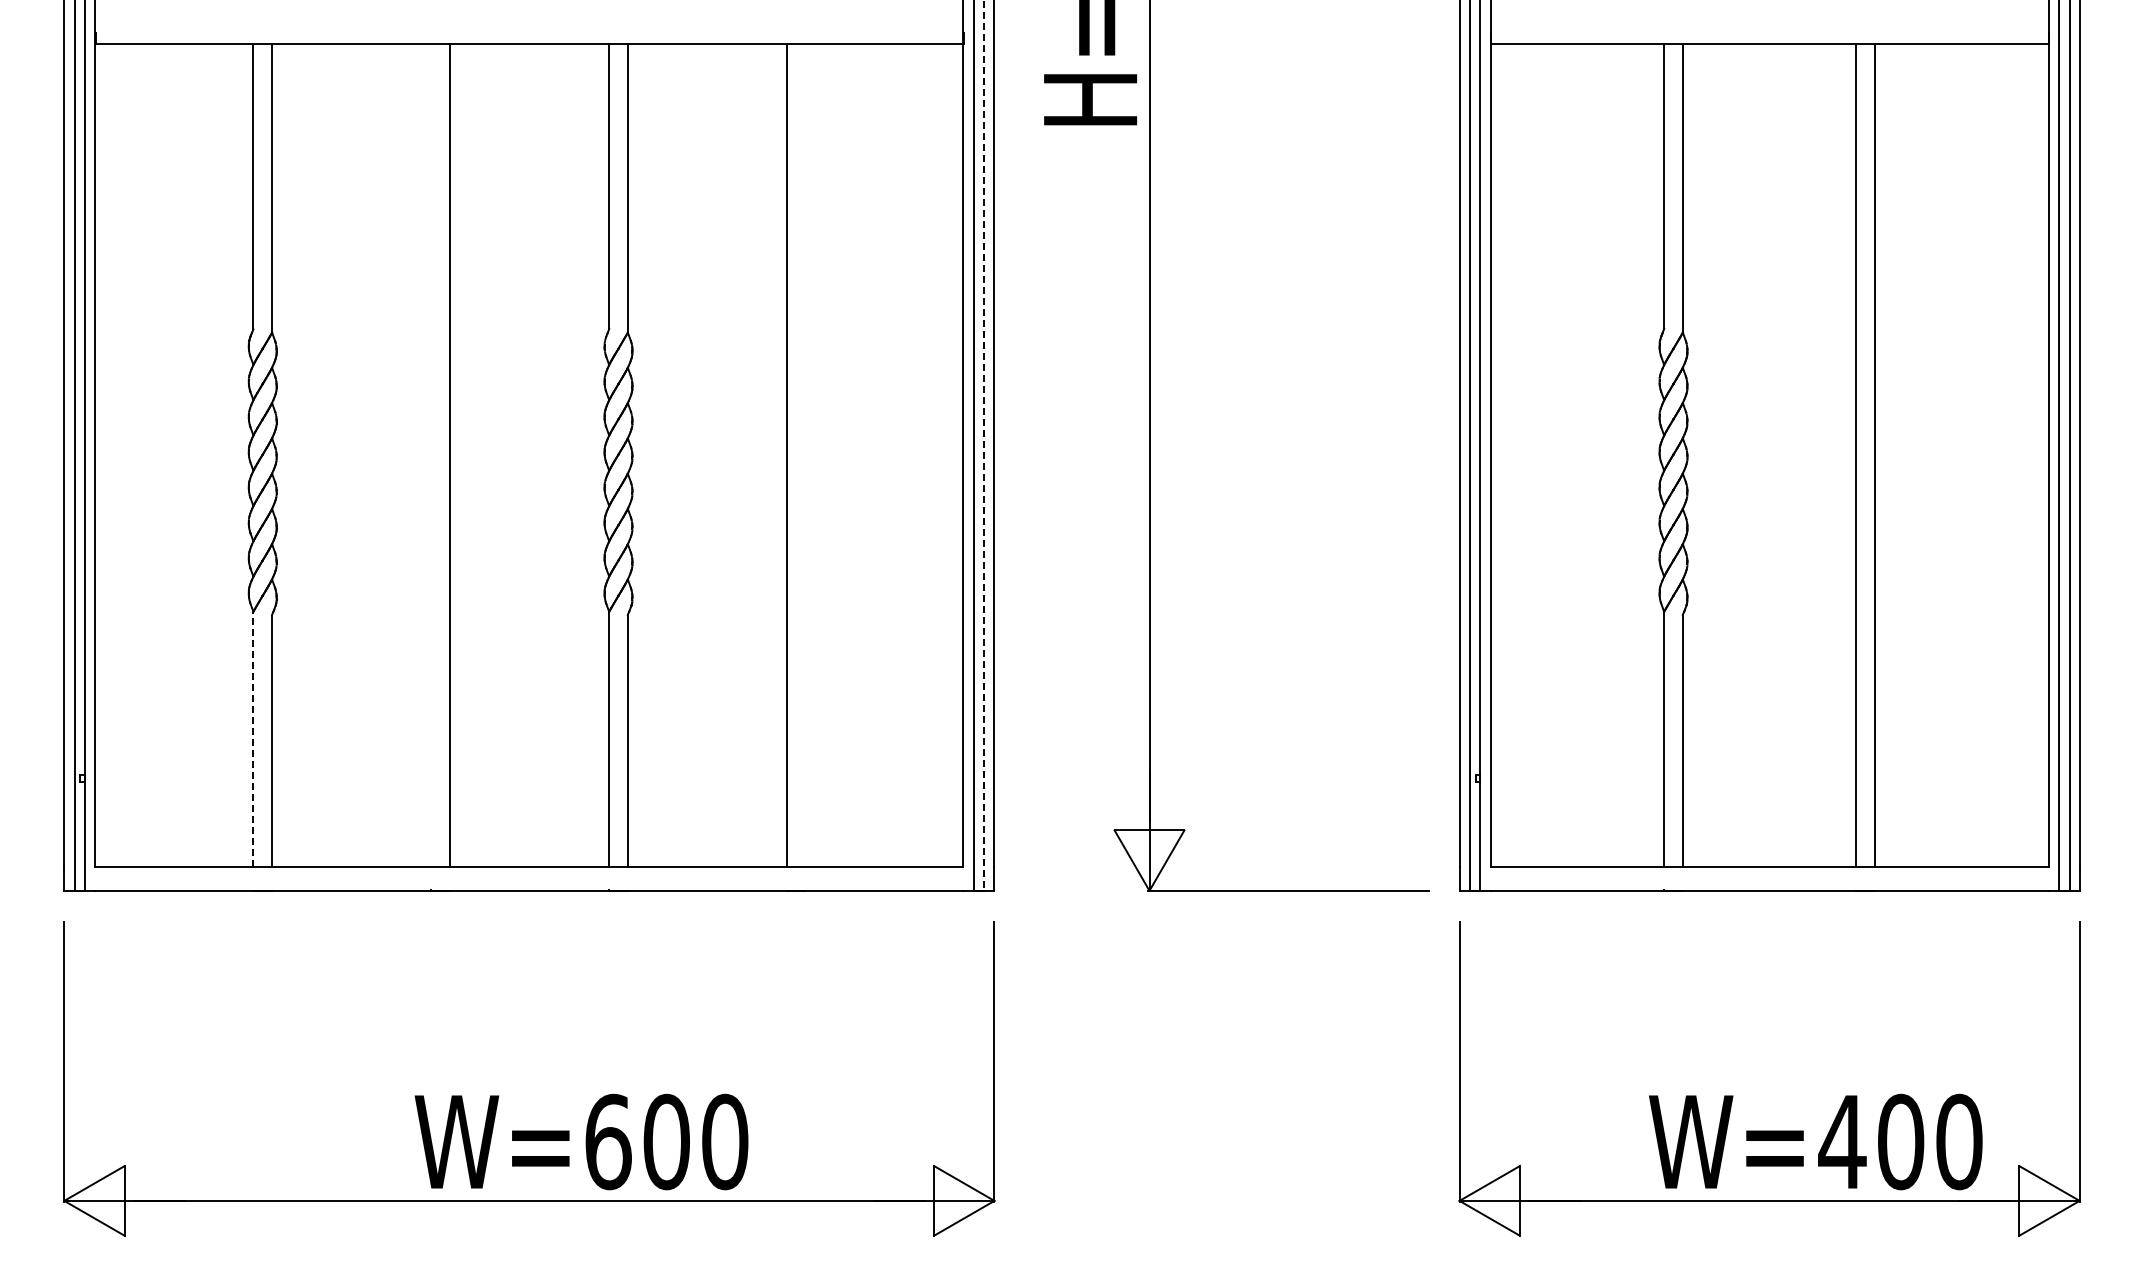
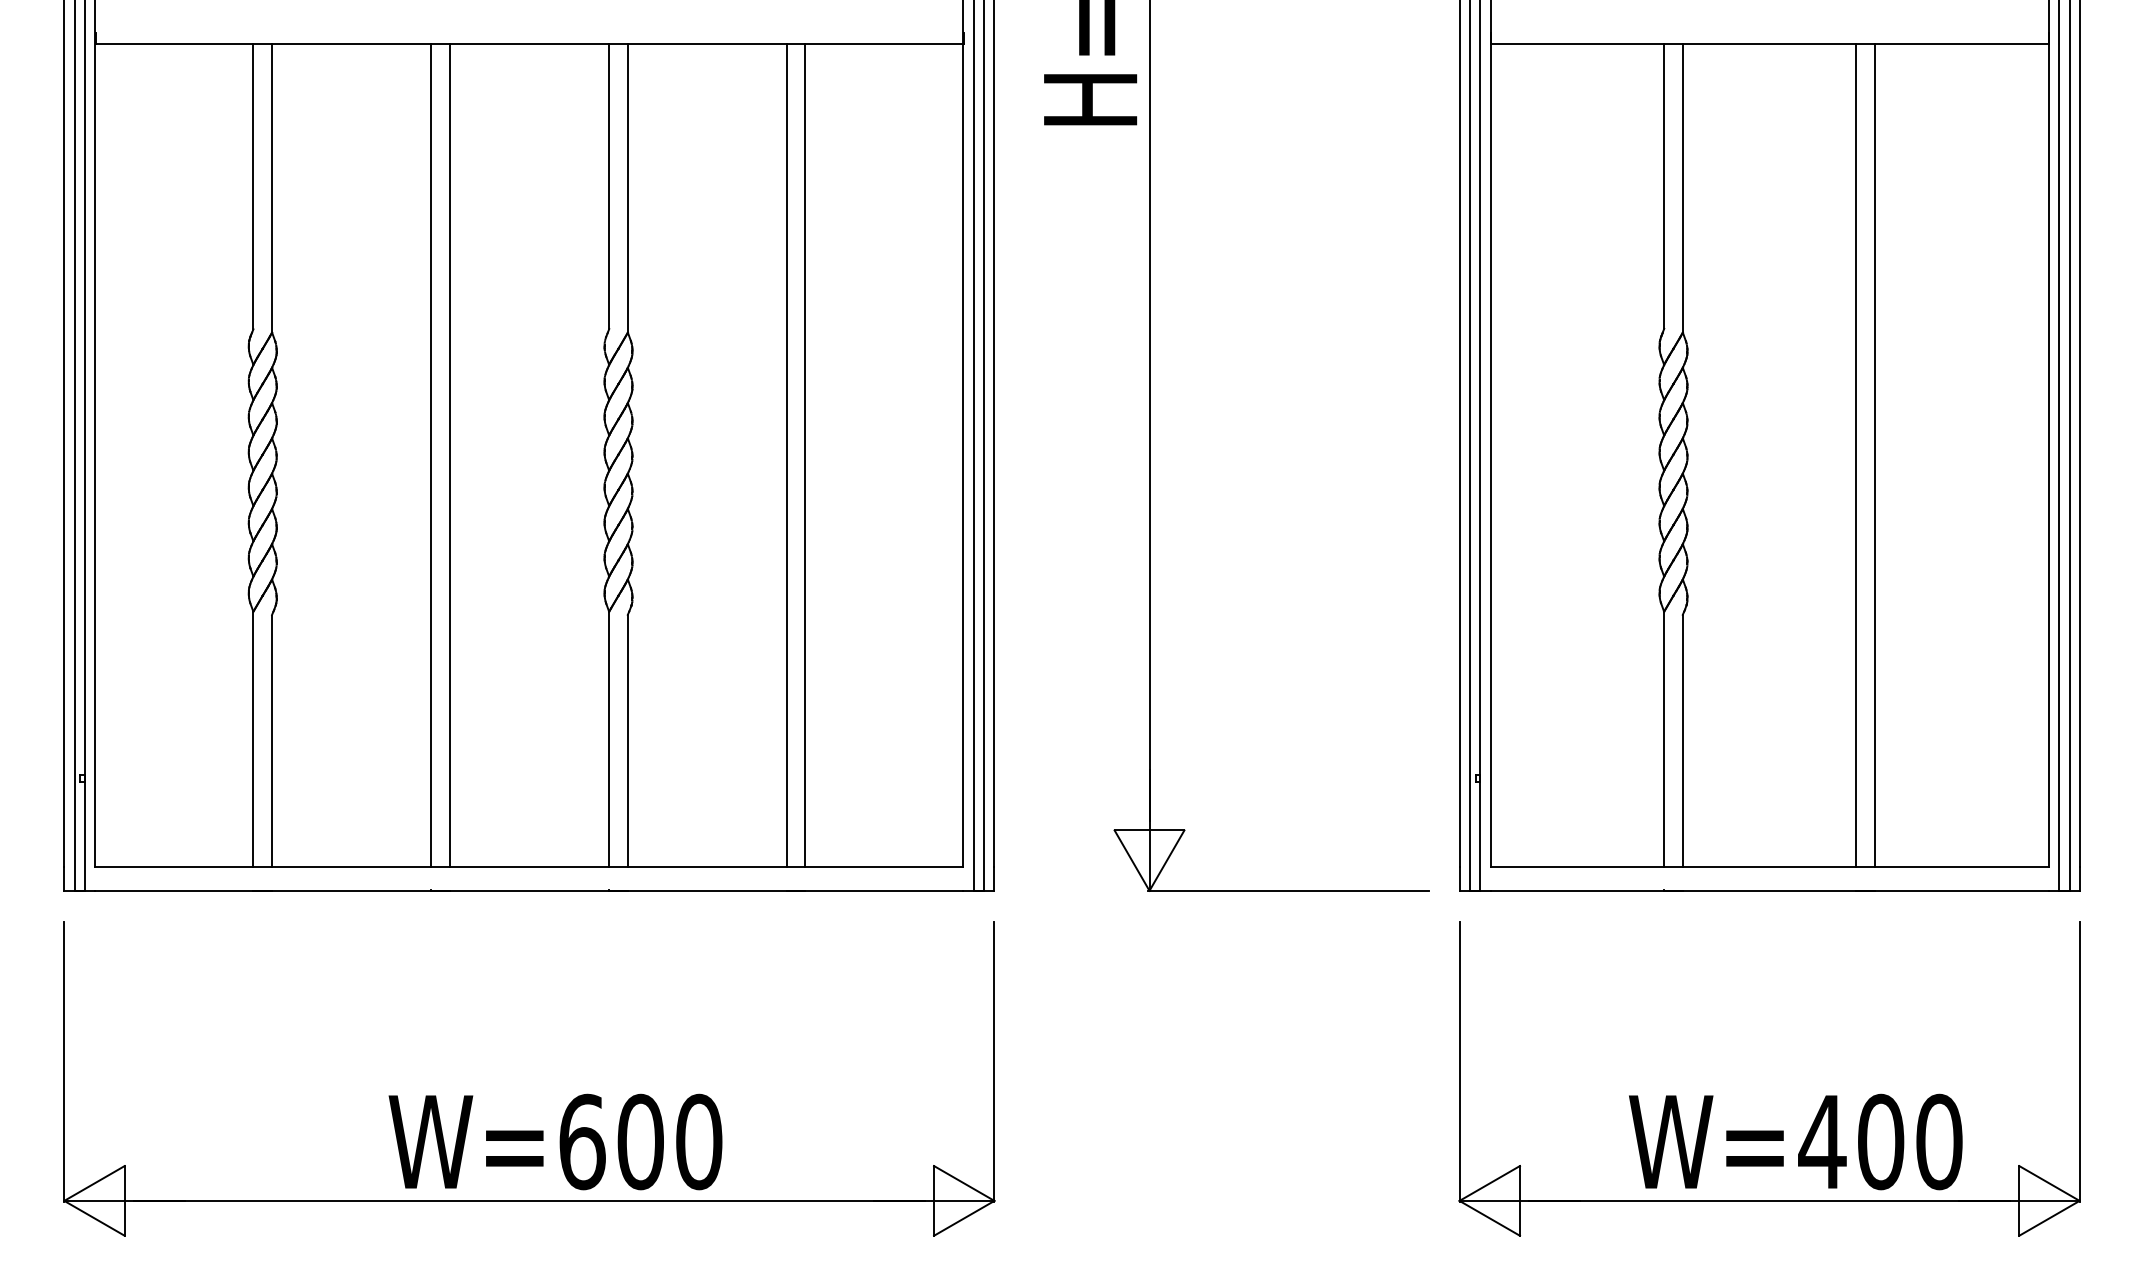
line at (984, 446): dashed -> solid
line at (430, 455): none -> present
line at (805, 455): none -> present
line at (253, 739): dashed -> solid
text at (581, 1141) position: (581, 1141) -> (555, 1141)
text at (1815, 1141) position: (1815, 1141) -> (1795, 1141)
